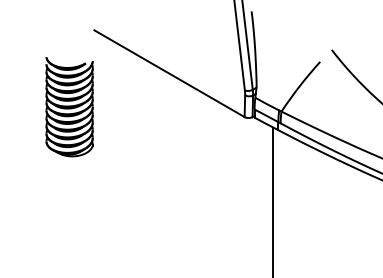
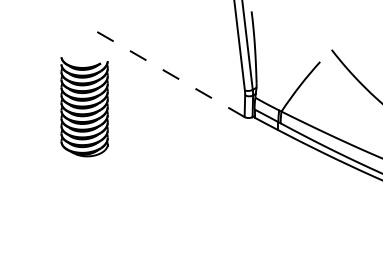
line at (169, 73): solid -> dashed
part at (69, 107) position: (69, 107) -> (84, 107)
line at (273, 200): present -> none
